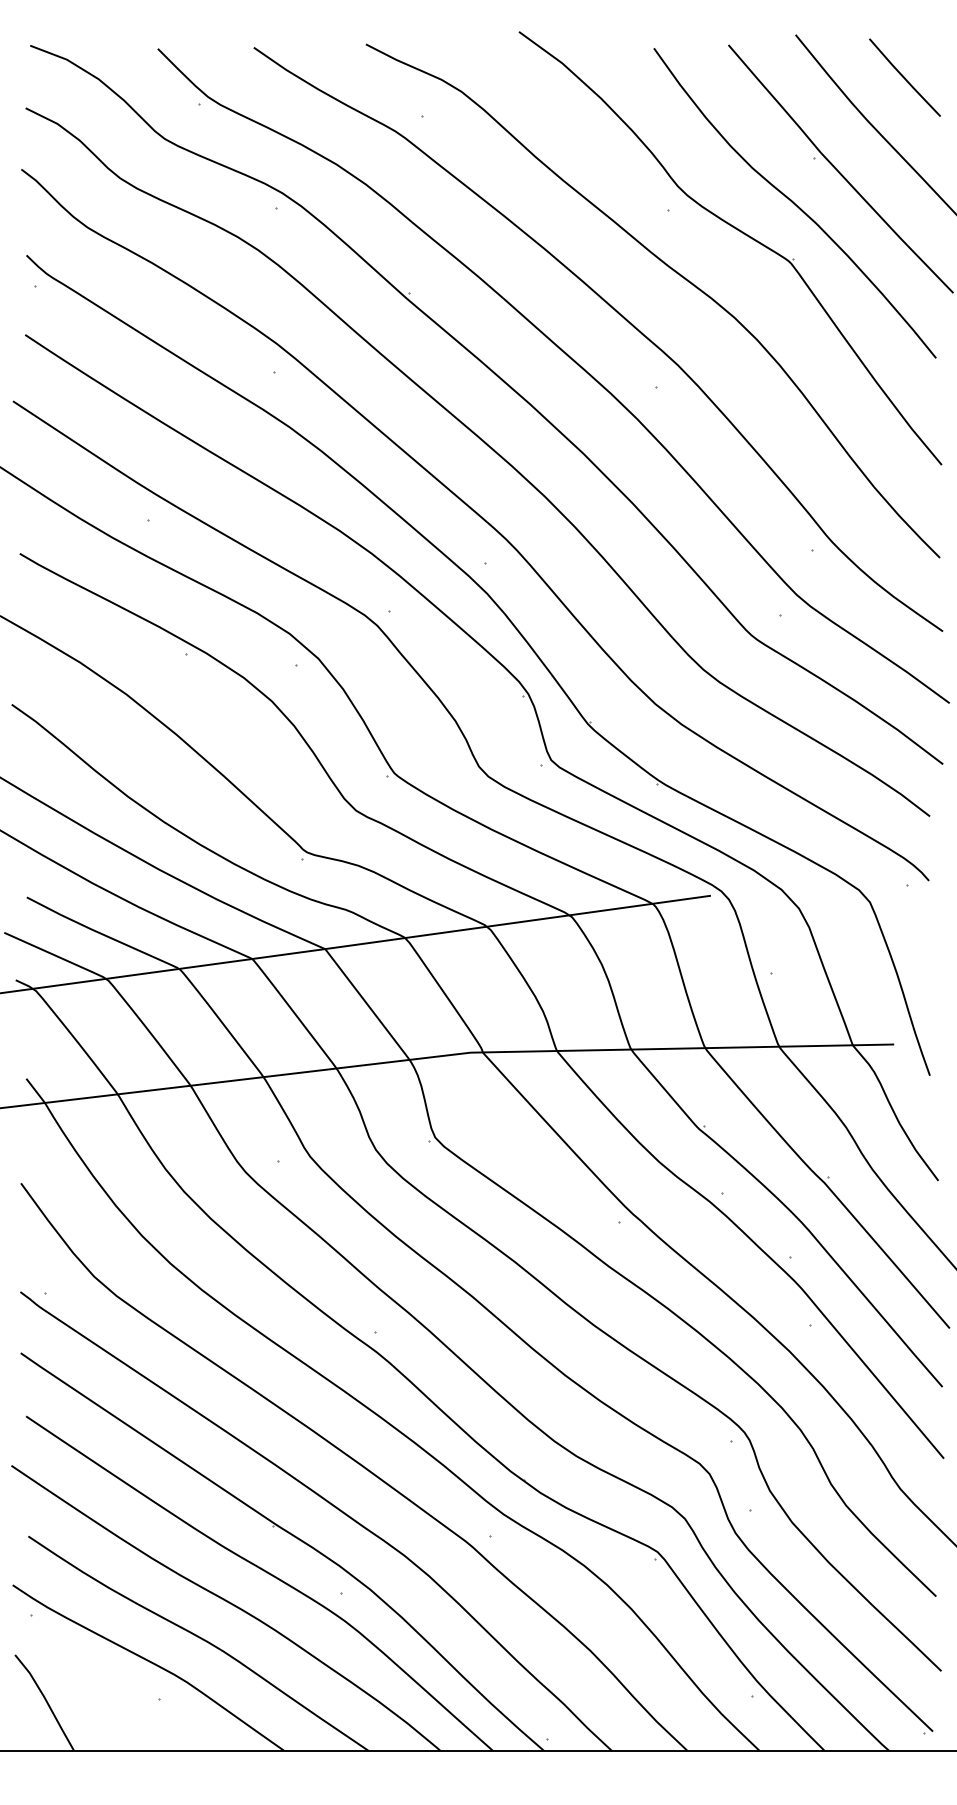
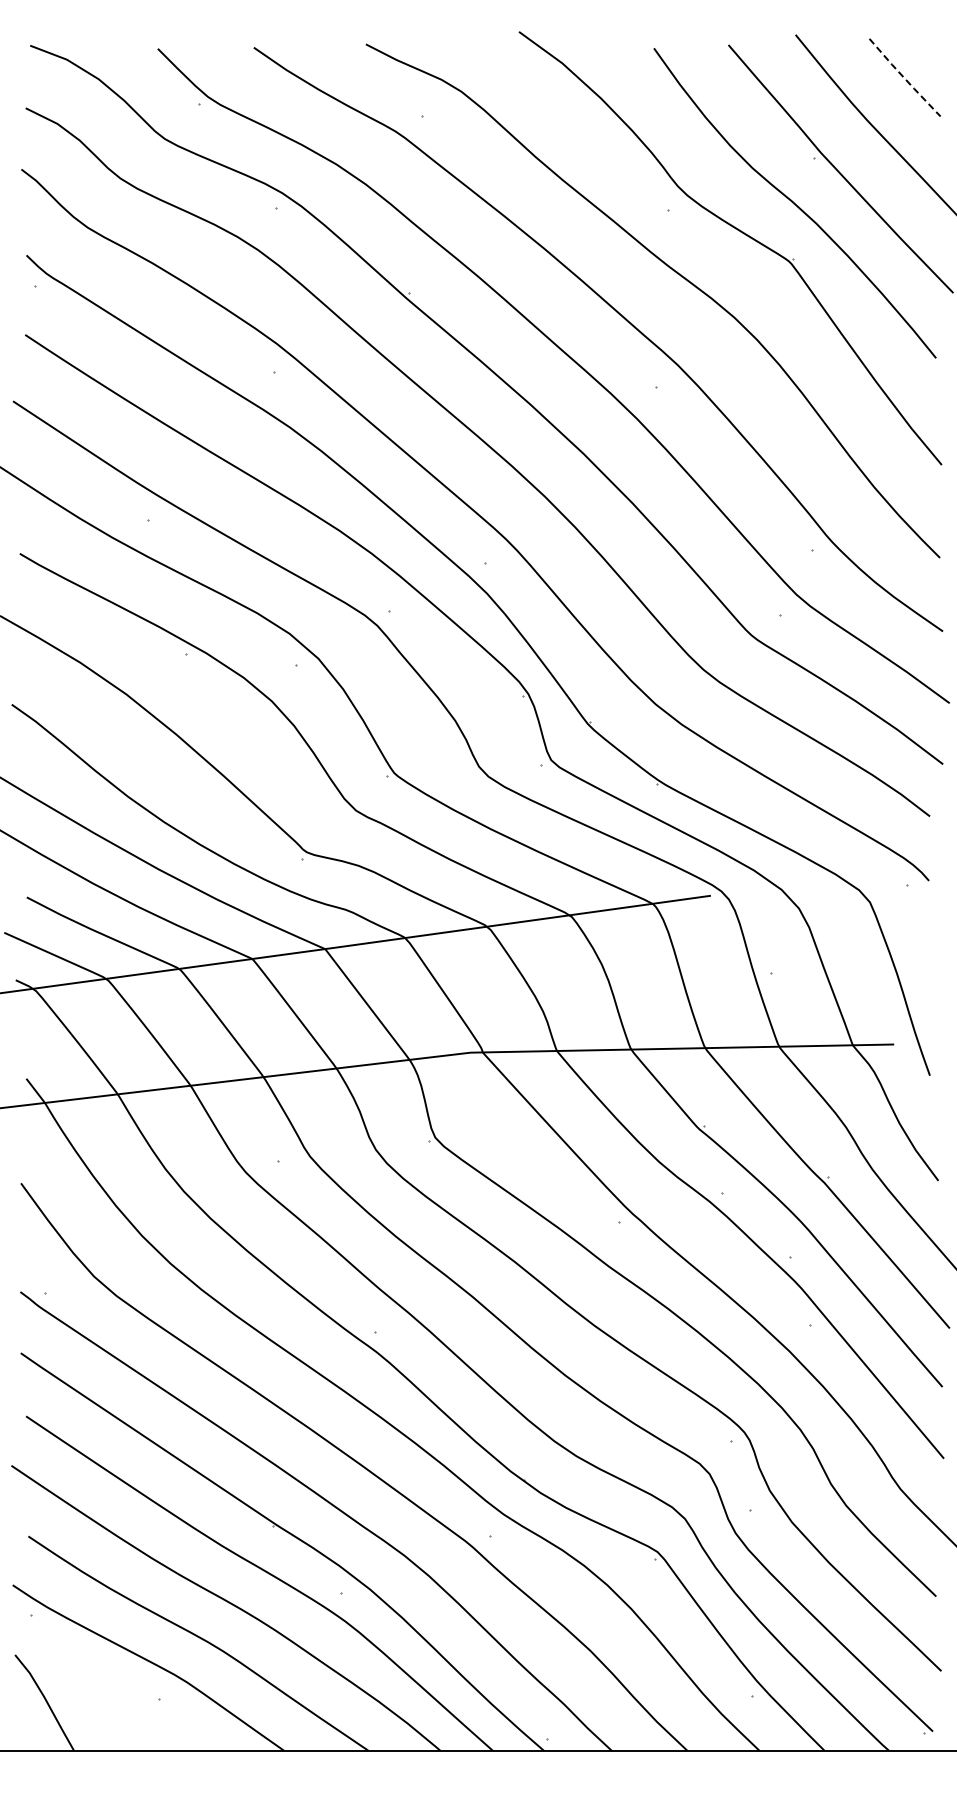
line at (904, 78): solid -> dashed
